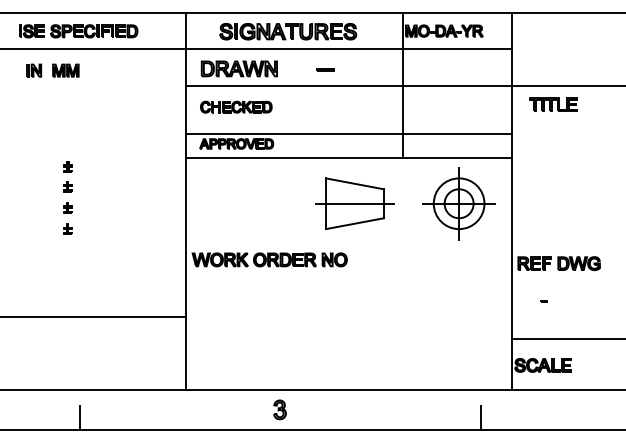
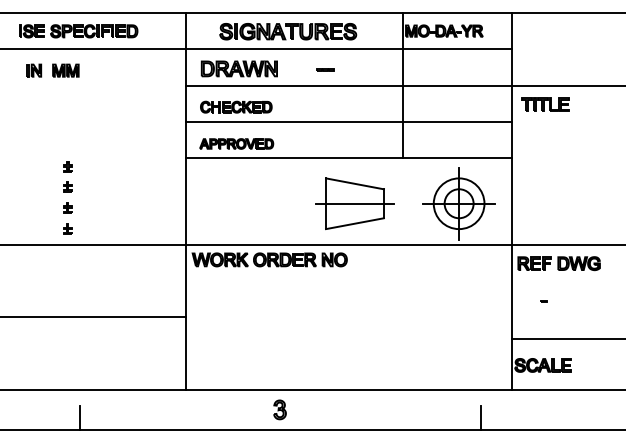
part at (553, 104) position: (553, 104) -> (545, 104)
line at (348, 133) position: (348, 133) -> (348, 121)
line at (312, 244): none -> present
